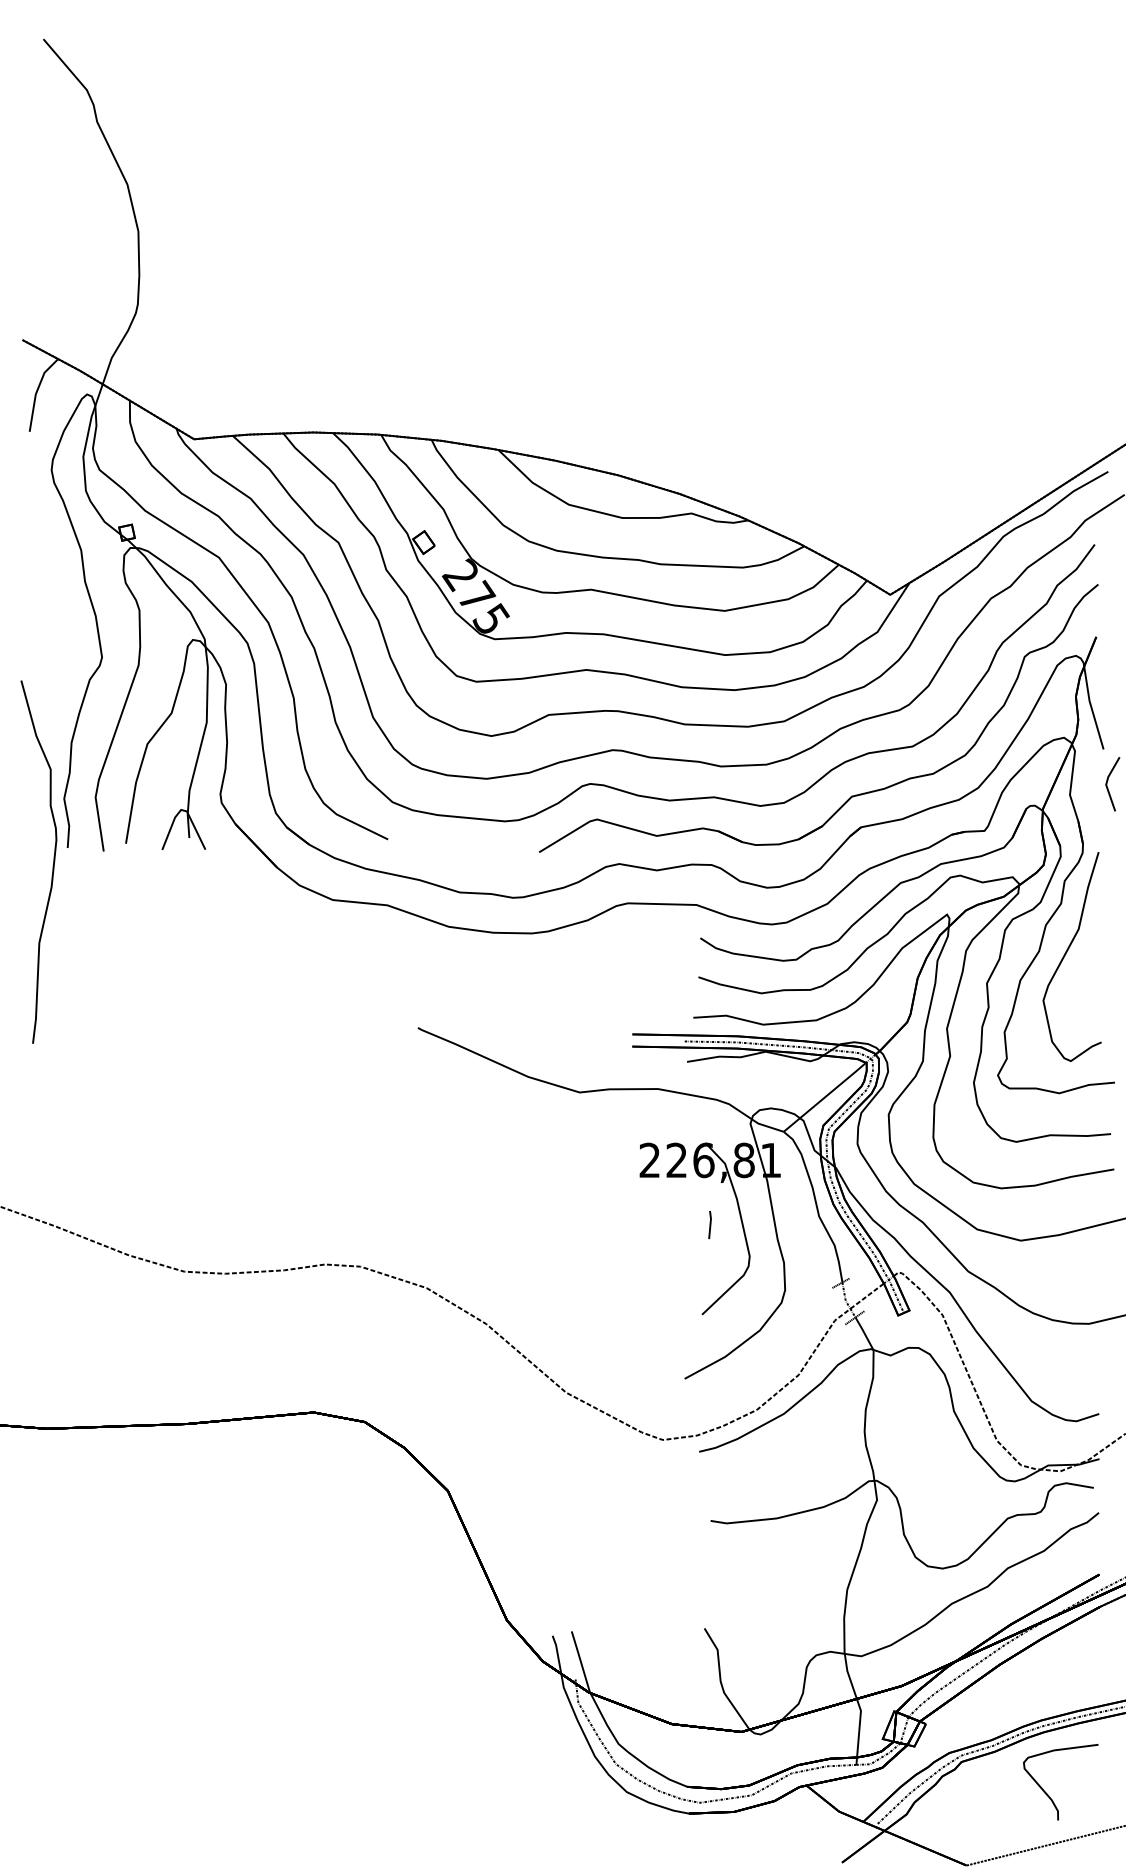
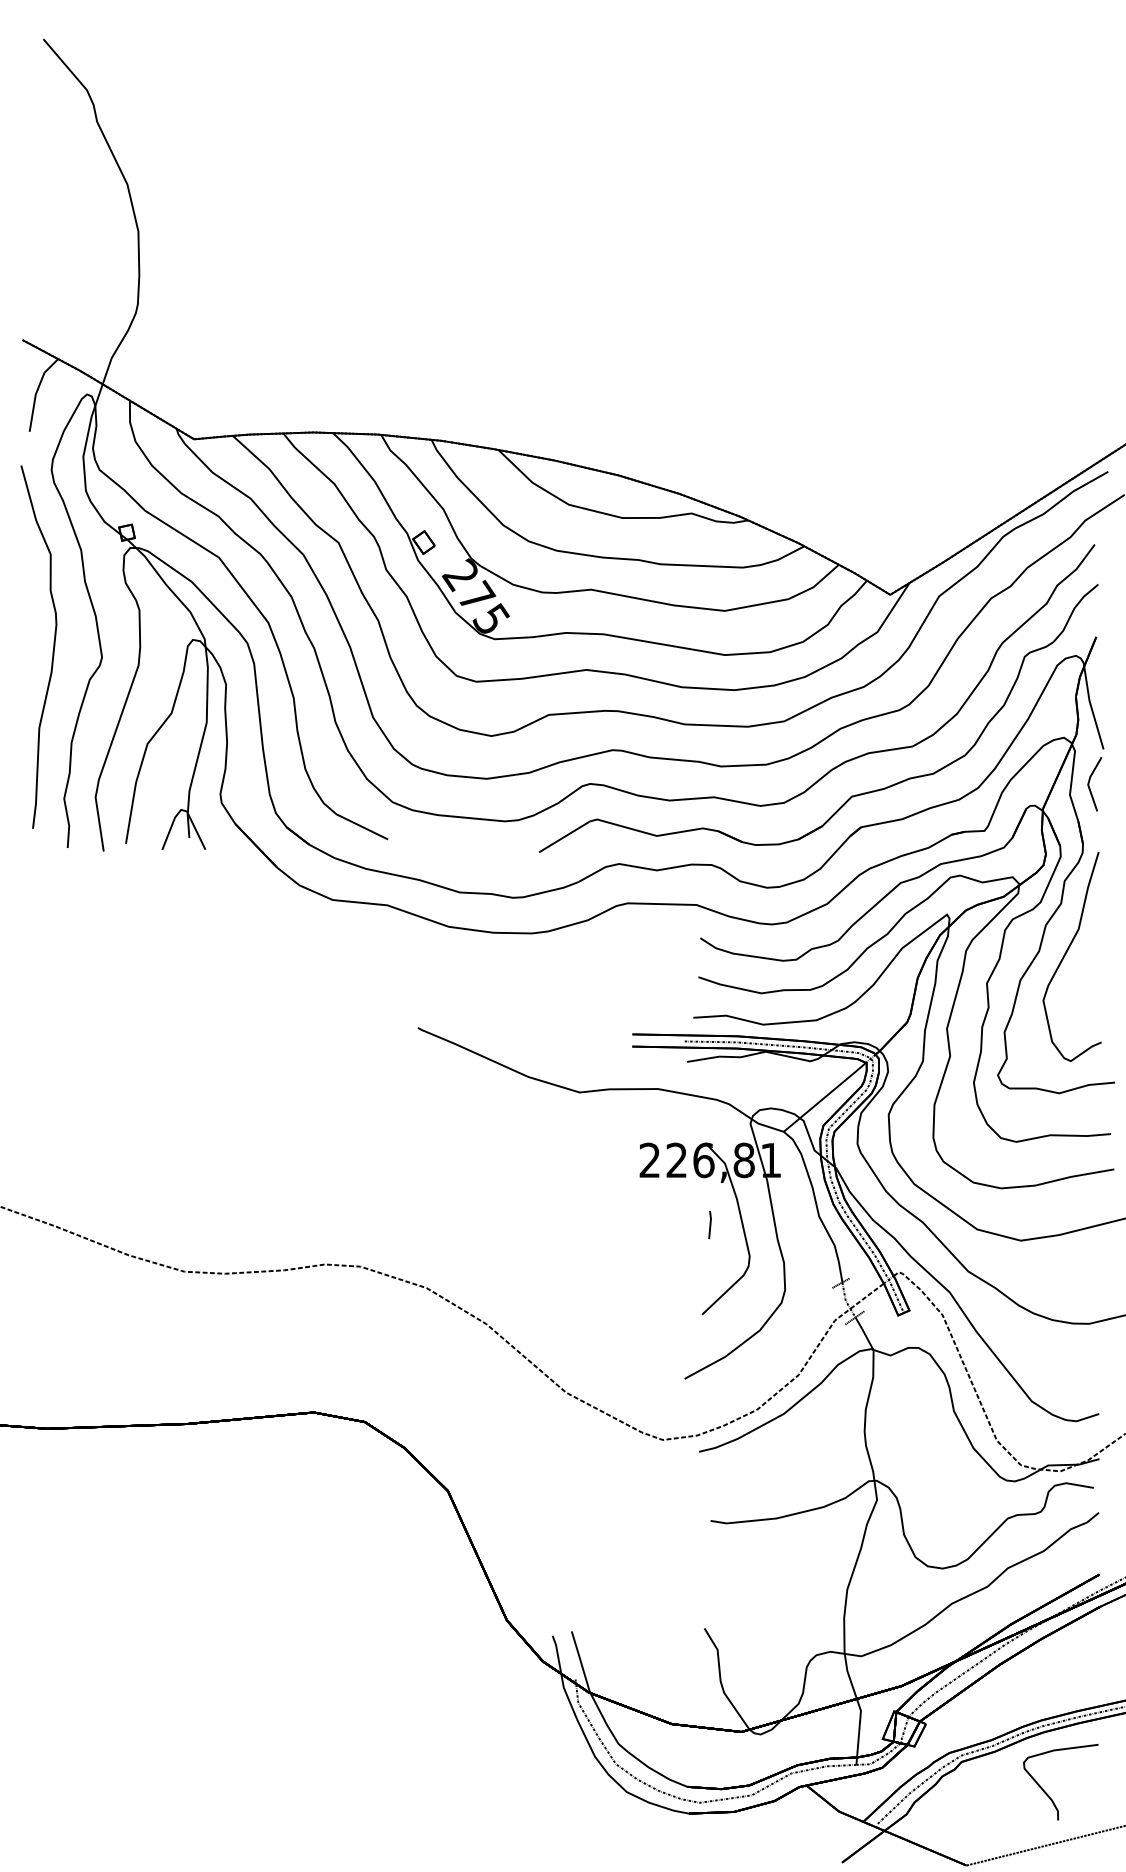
line at (1107, 784) position: (1107, 784) -> (1089, 784)
curve at (52, 865) position: (52, 865) -> (52, 650)
